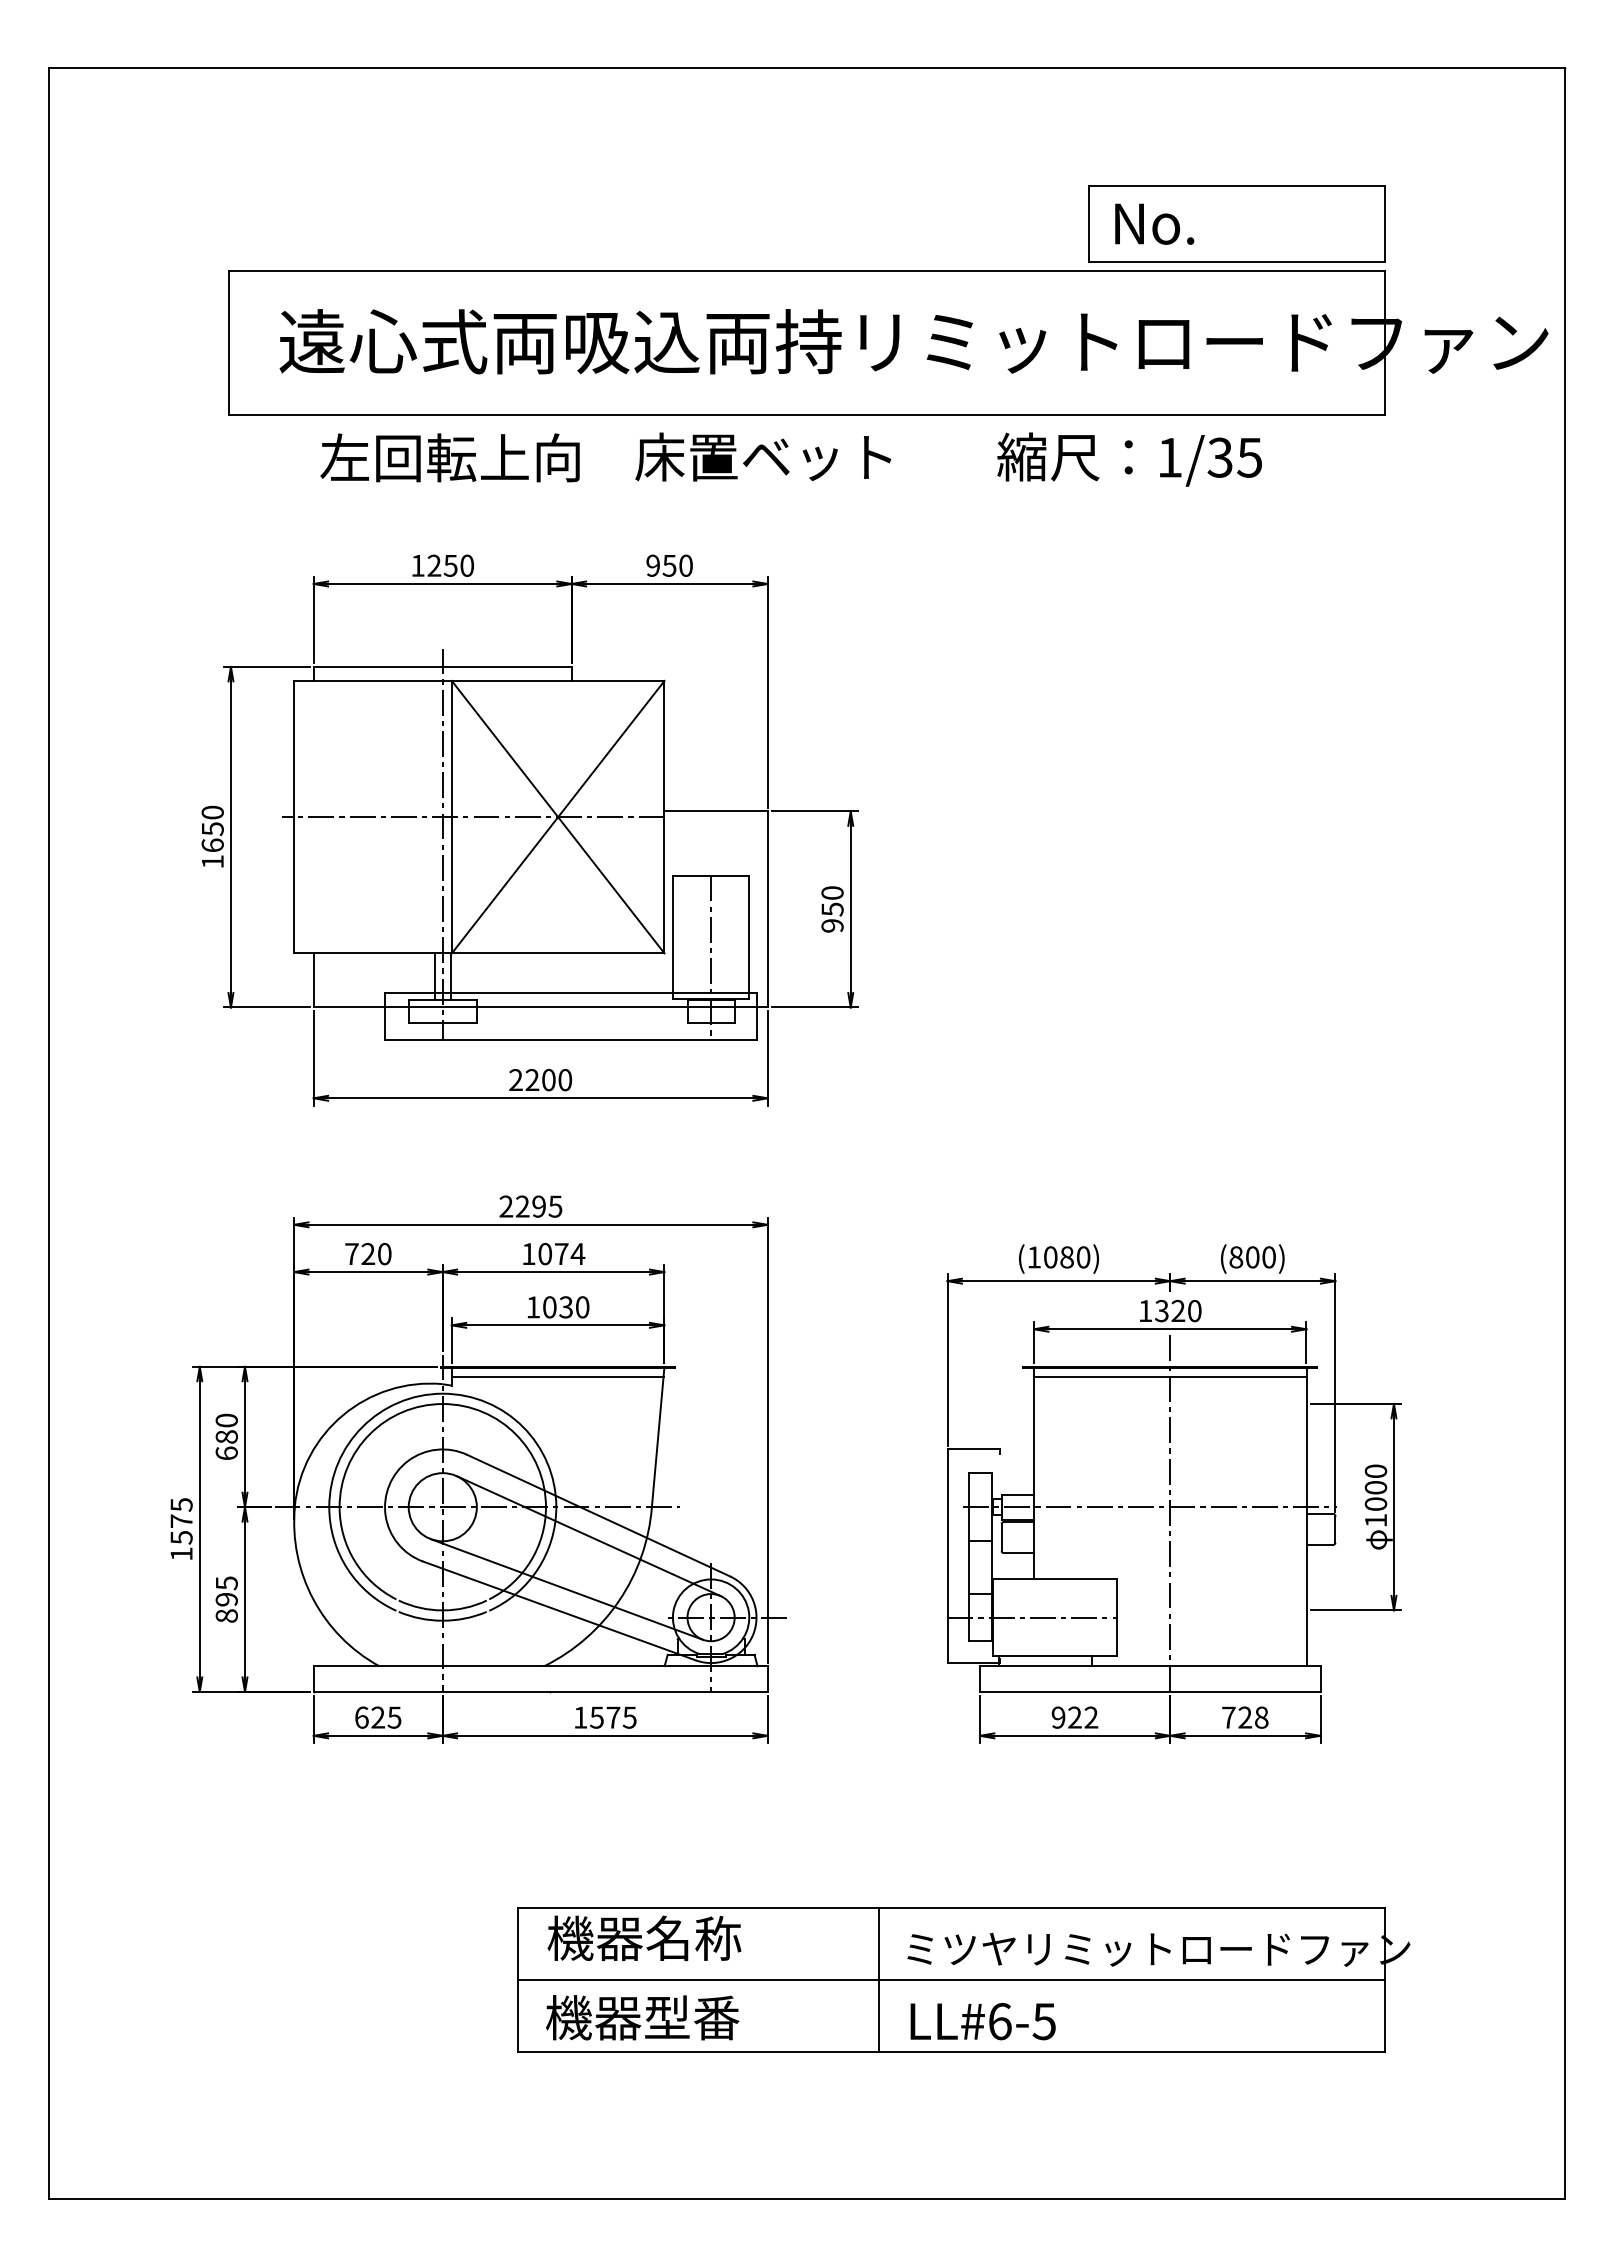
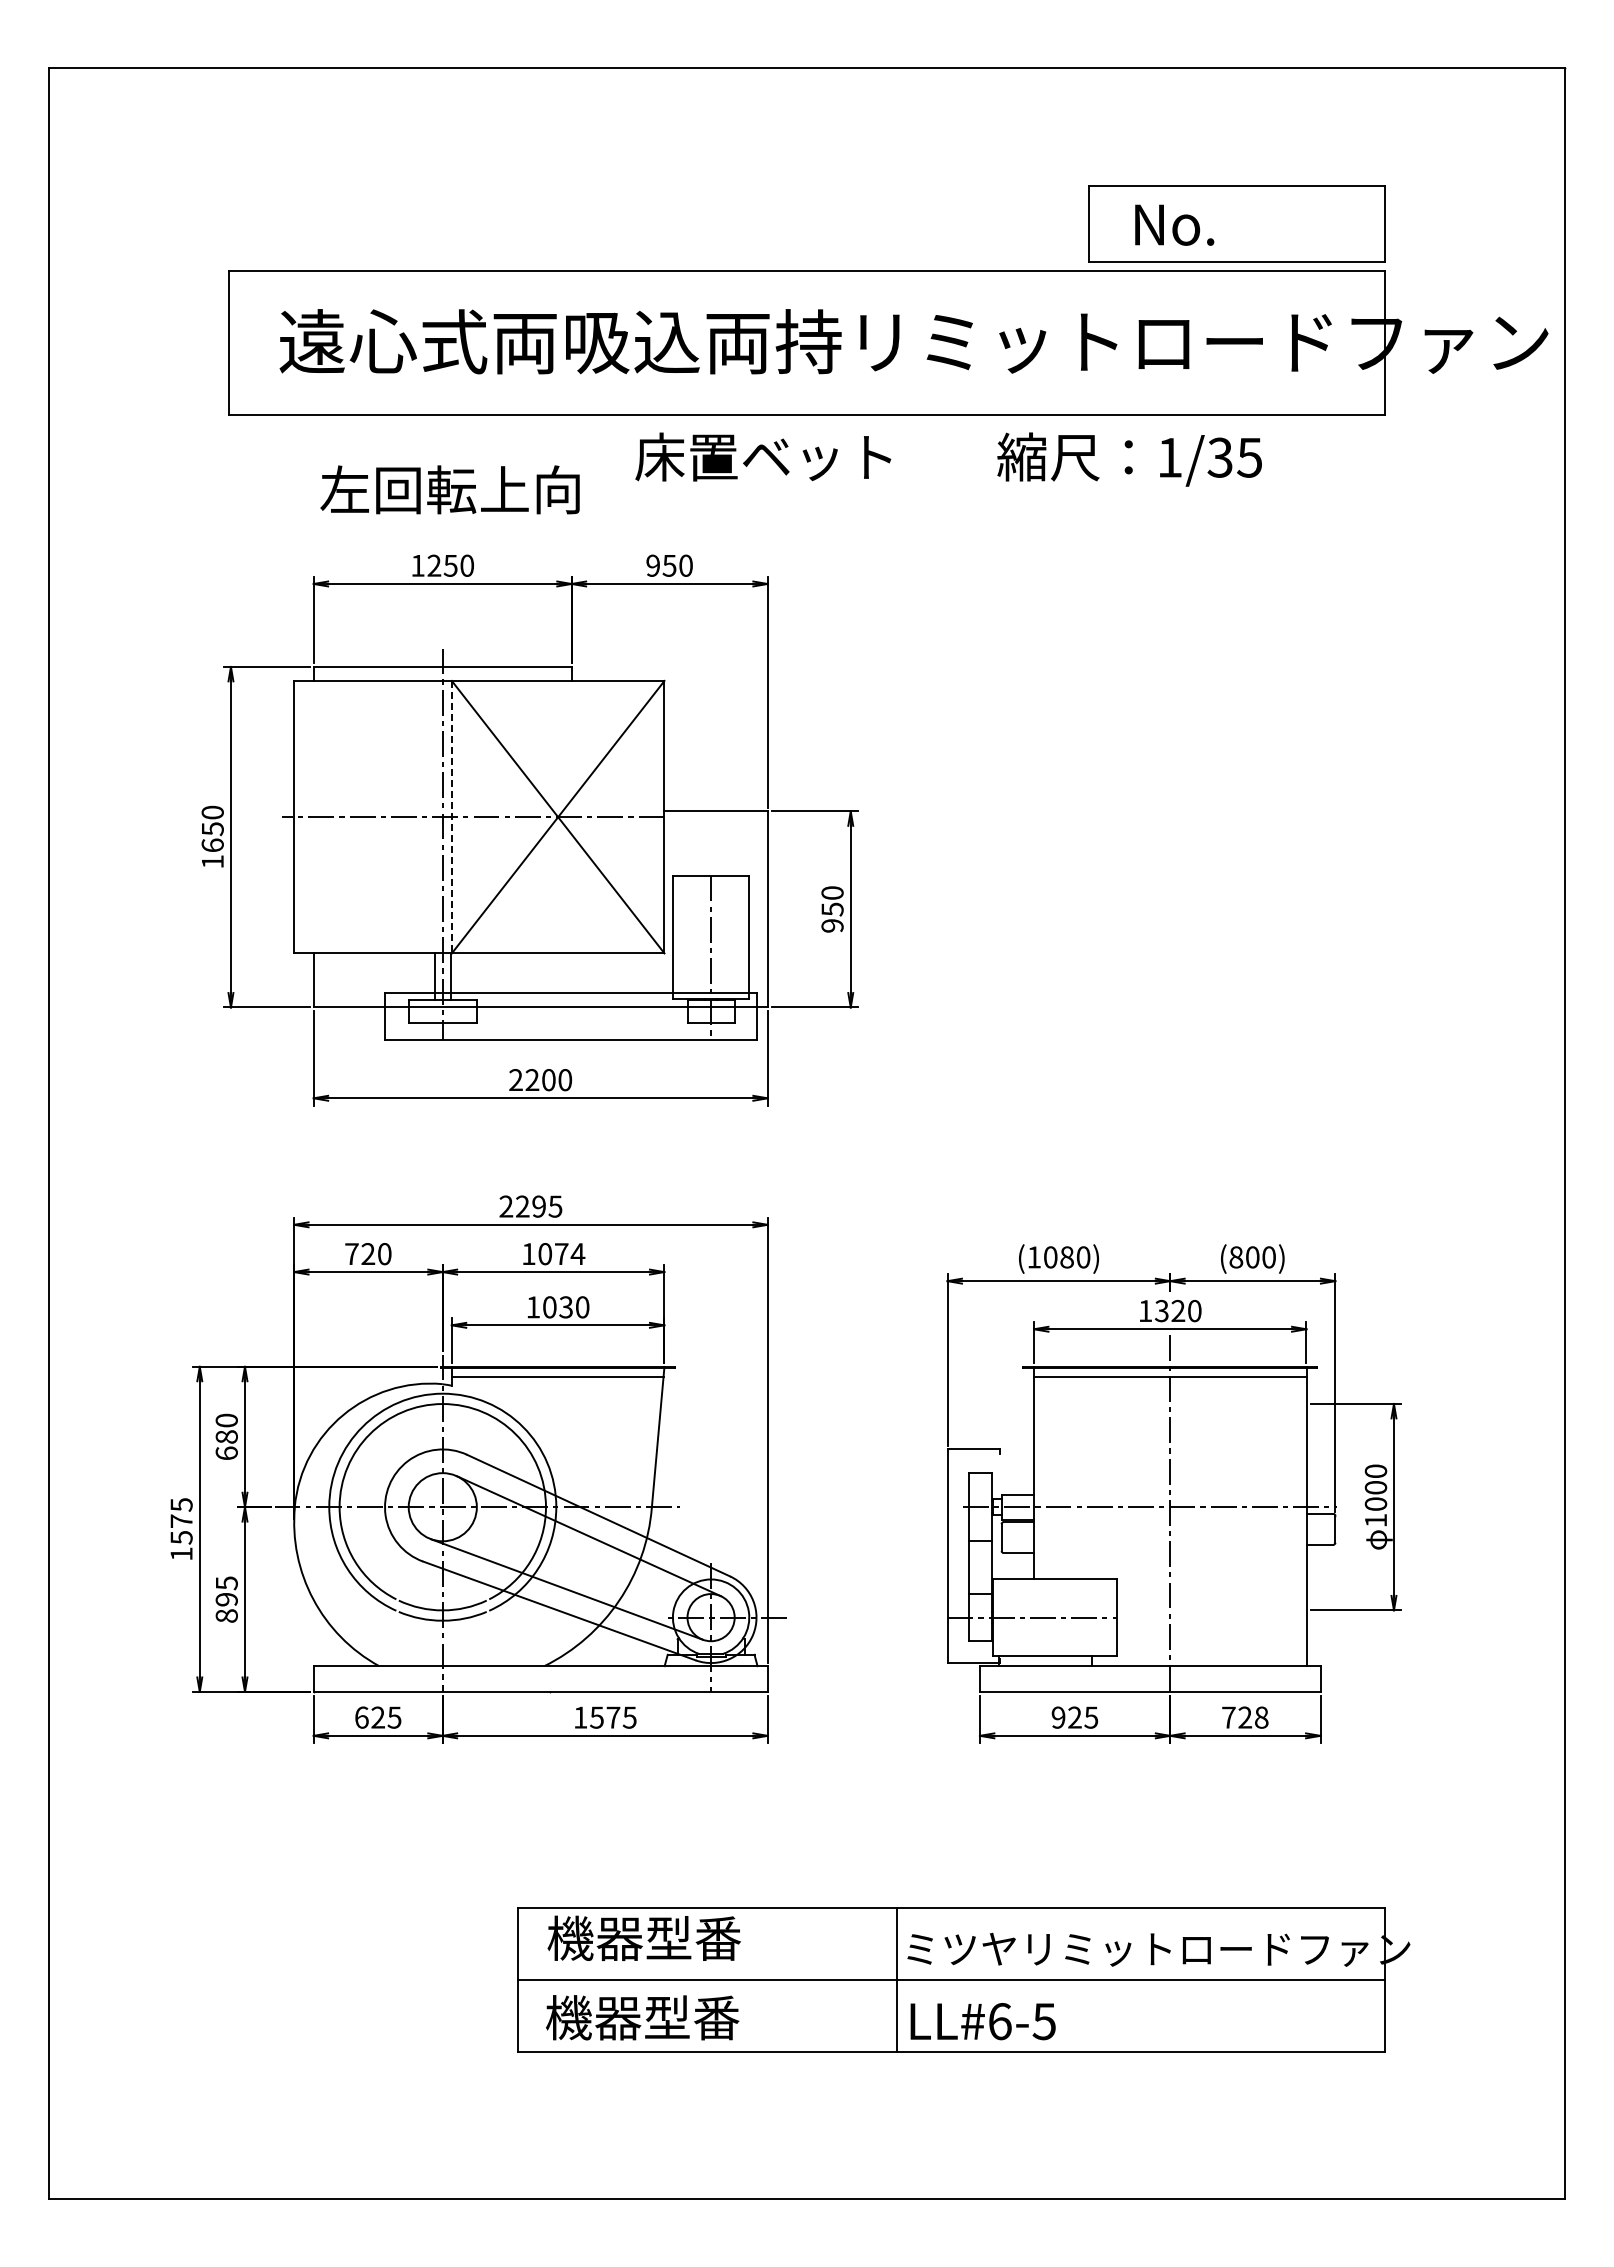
text at (1154, 223) position: (1154, 223) -> (1174, 224)
text at (449, 457) position: (449, 457) -> (449, 489)
line at (451, 817): solid -> dashed
text at (1091, 1717): 922 -> 925
text at (693, 1938): 機器名称 -> 機器型番
line at (879, 1979) position: (879, 1979) -> (897, 1979)
